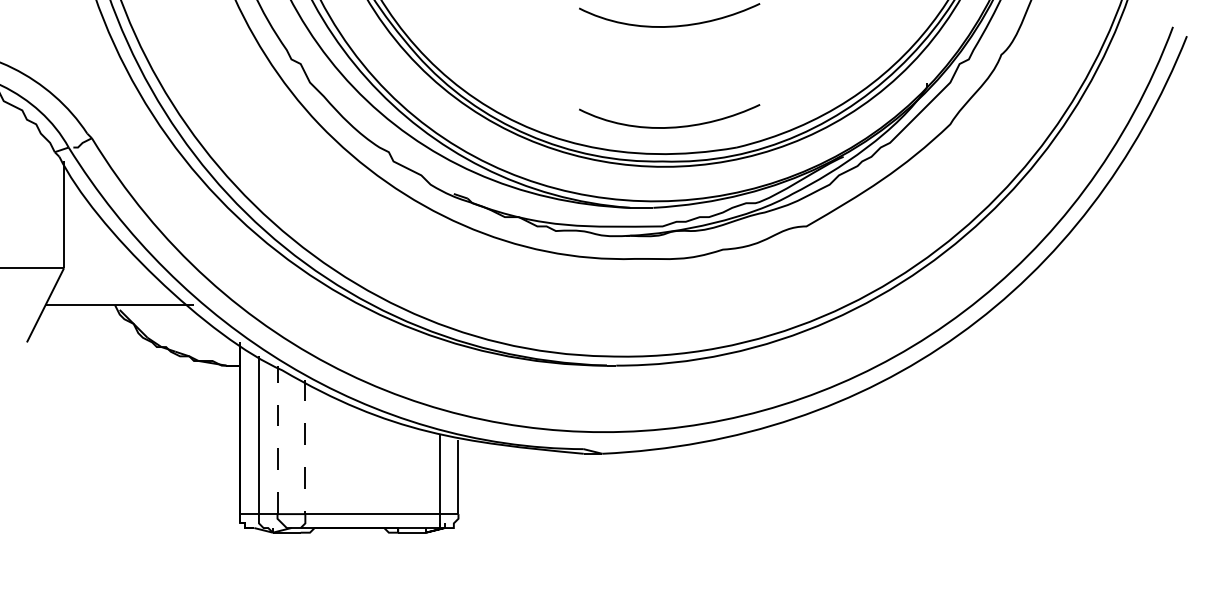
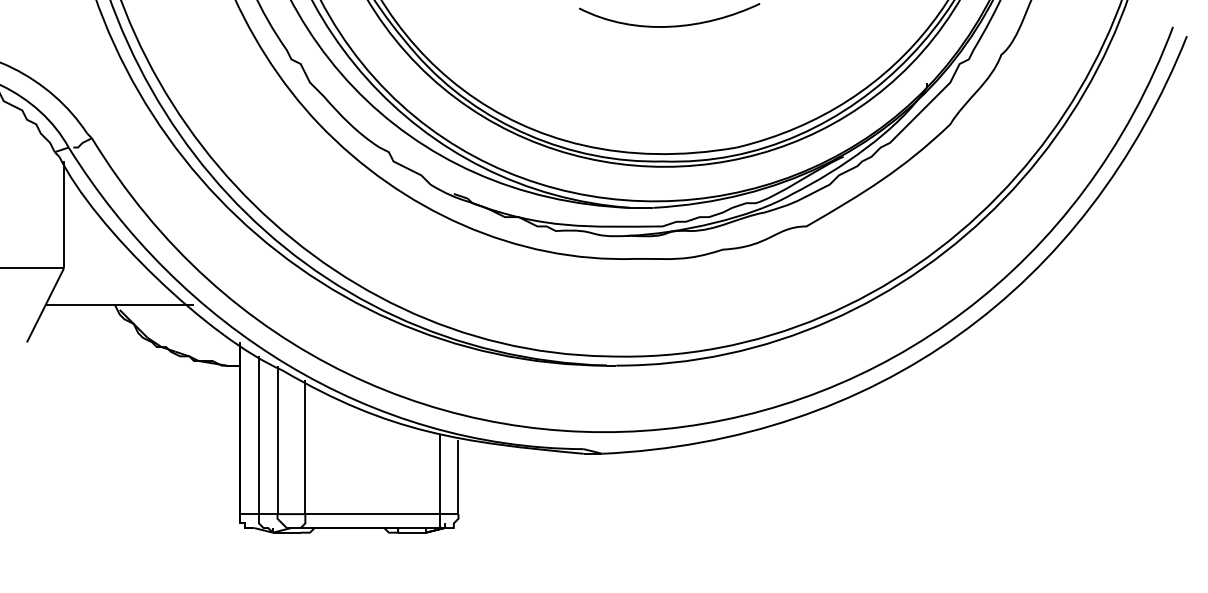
curve at (669, 126): present -> none
line at (277, 439): dashed -> solid
line at (305, 447): dashed -> solid
